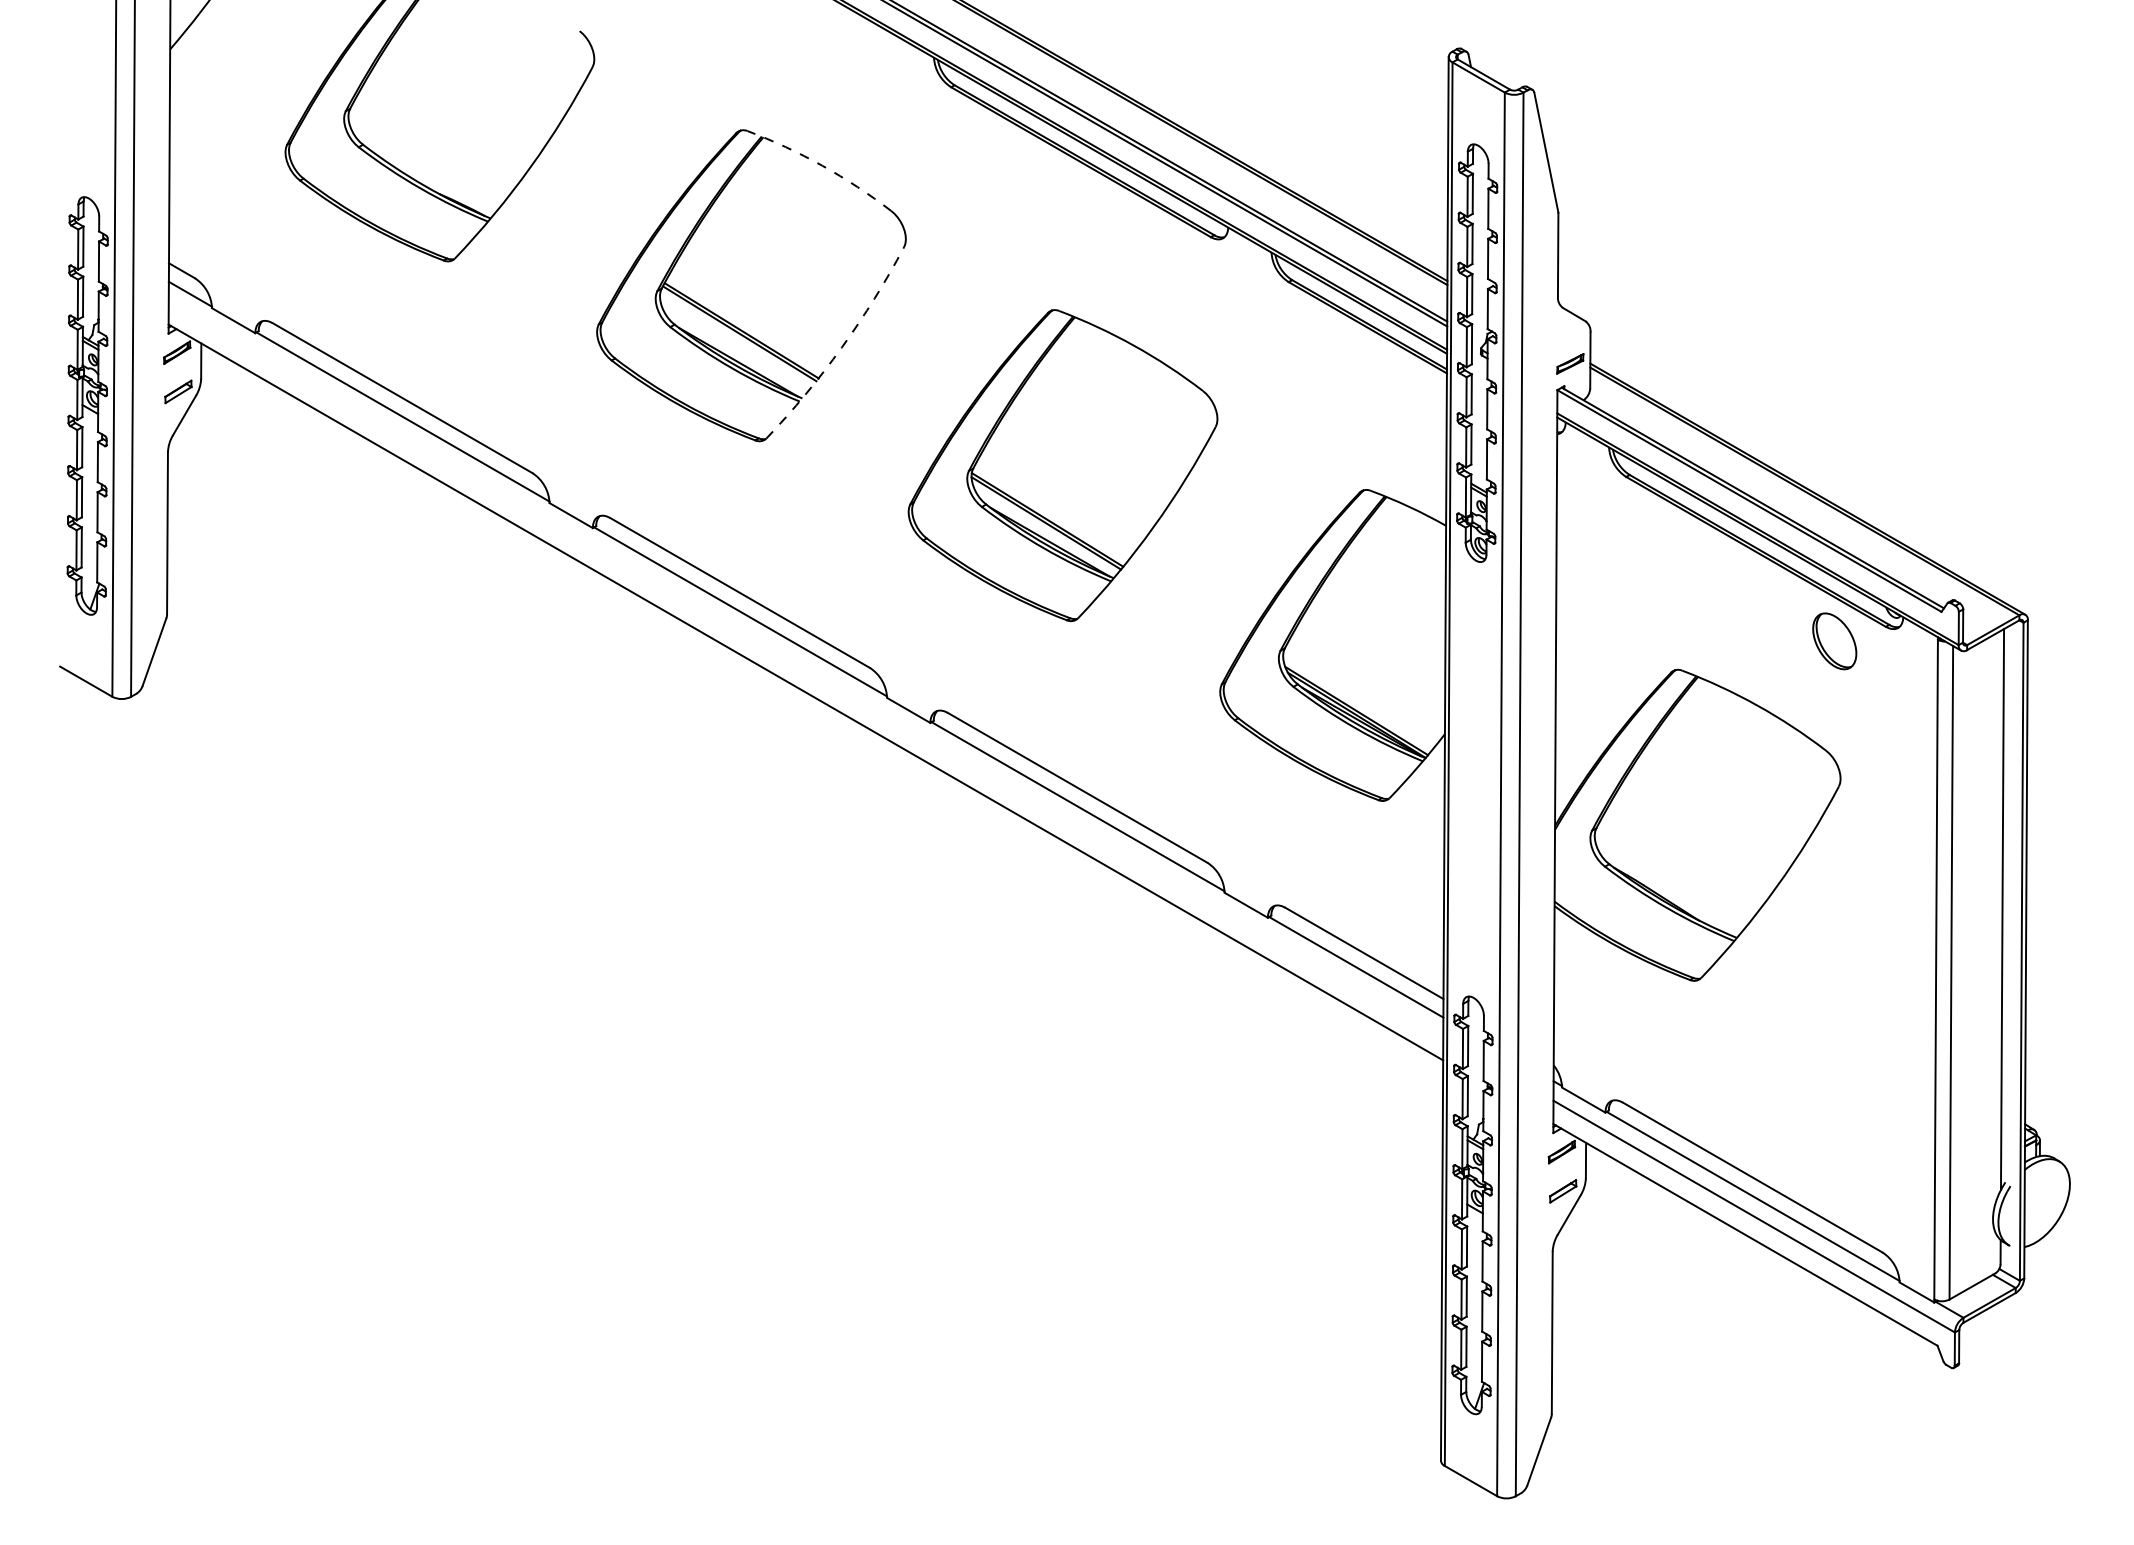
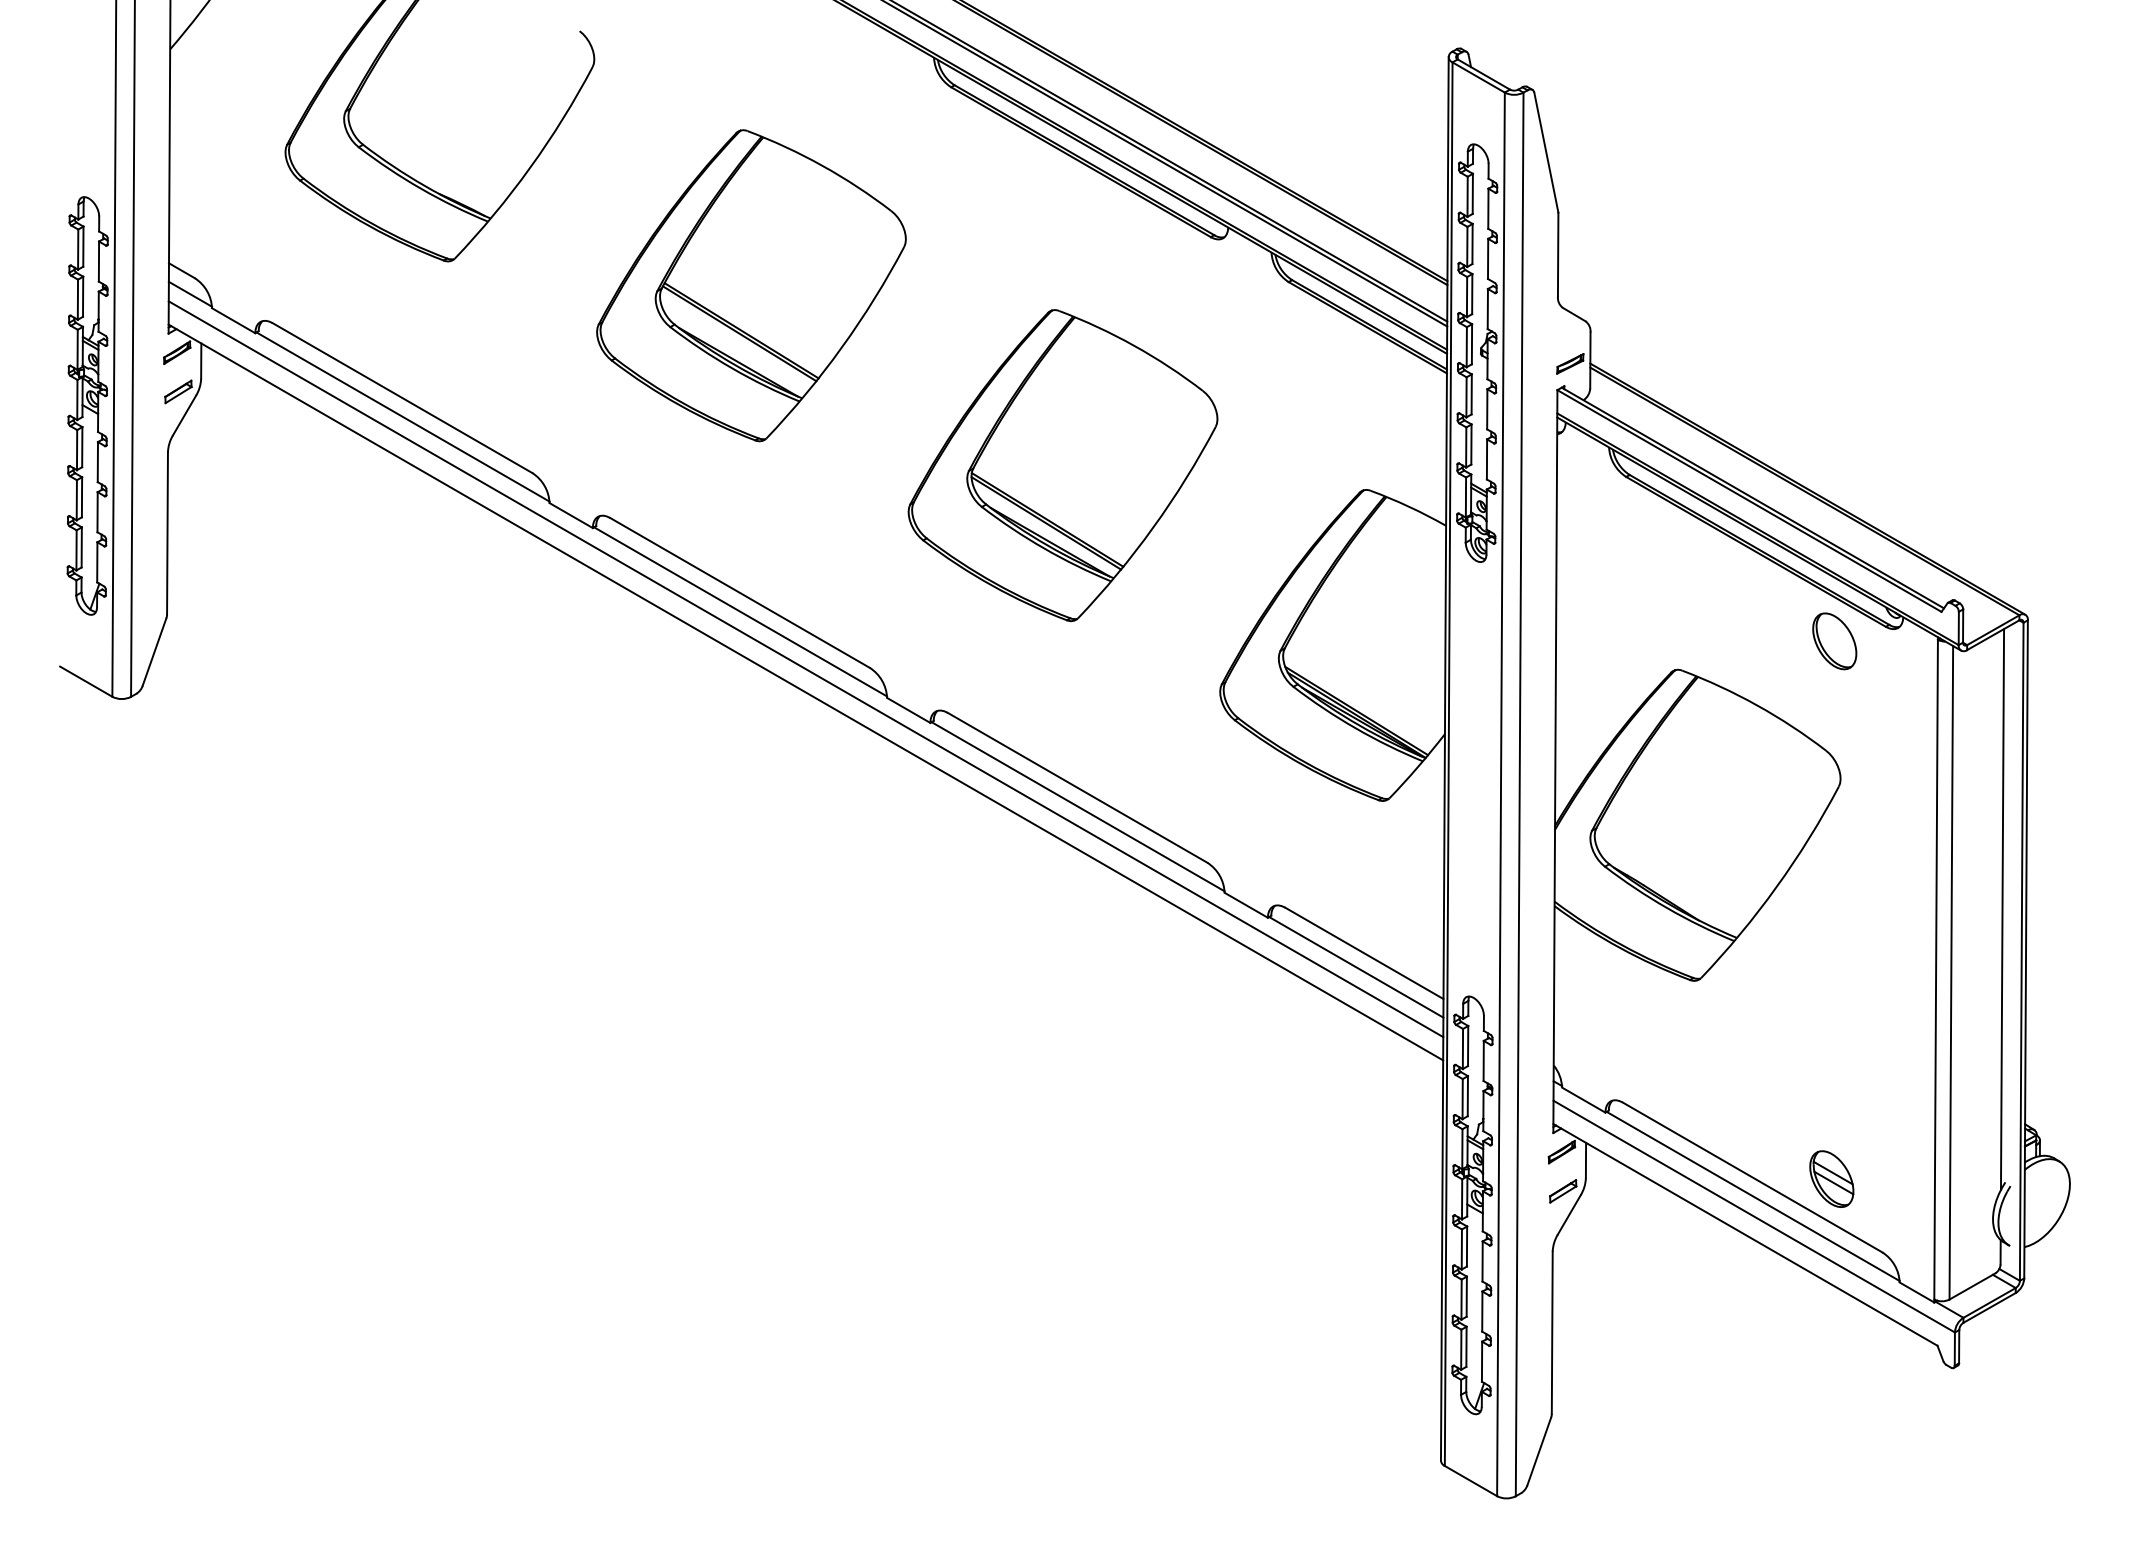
arc at (822, 165): dashed -> solid
arc at (841, 347): dashed -> solid
line at (805, 669): none -> present
part at (1831, 1178): none -> present
